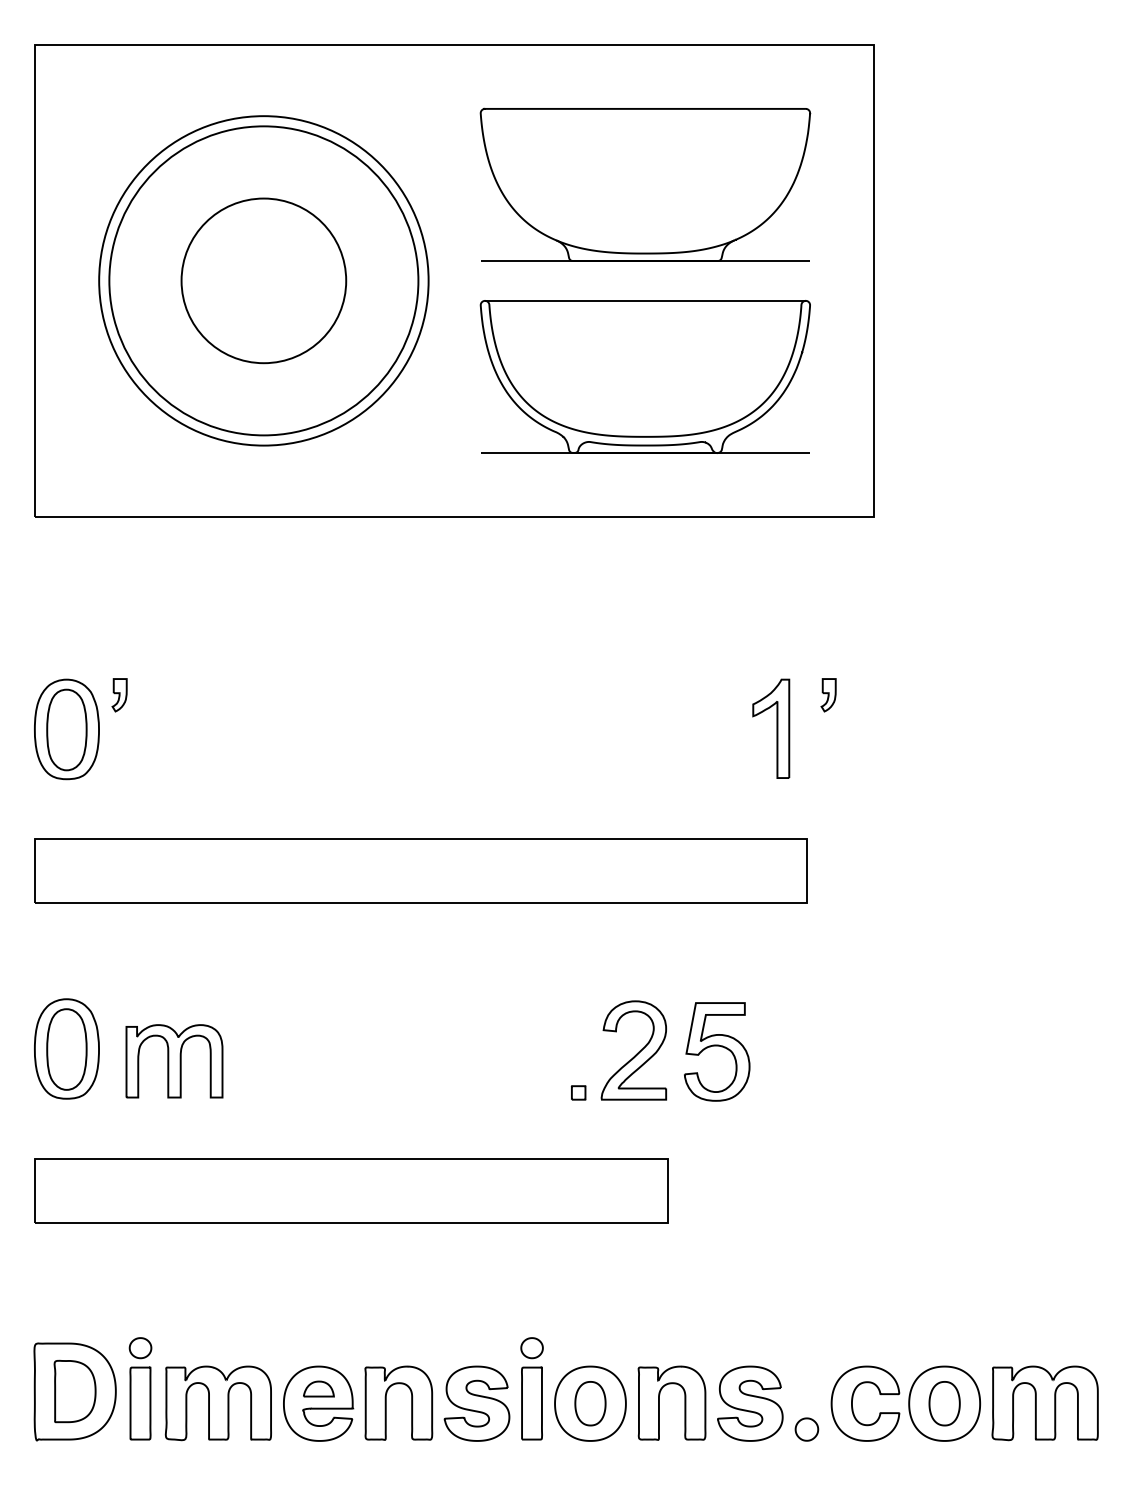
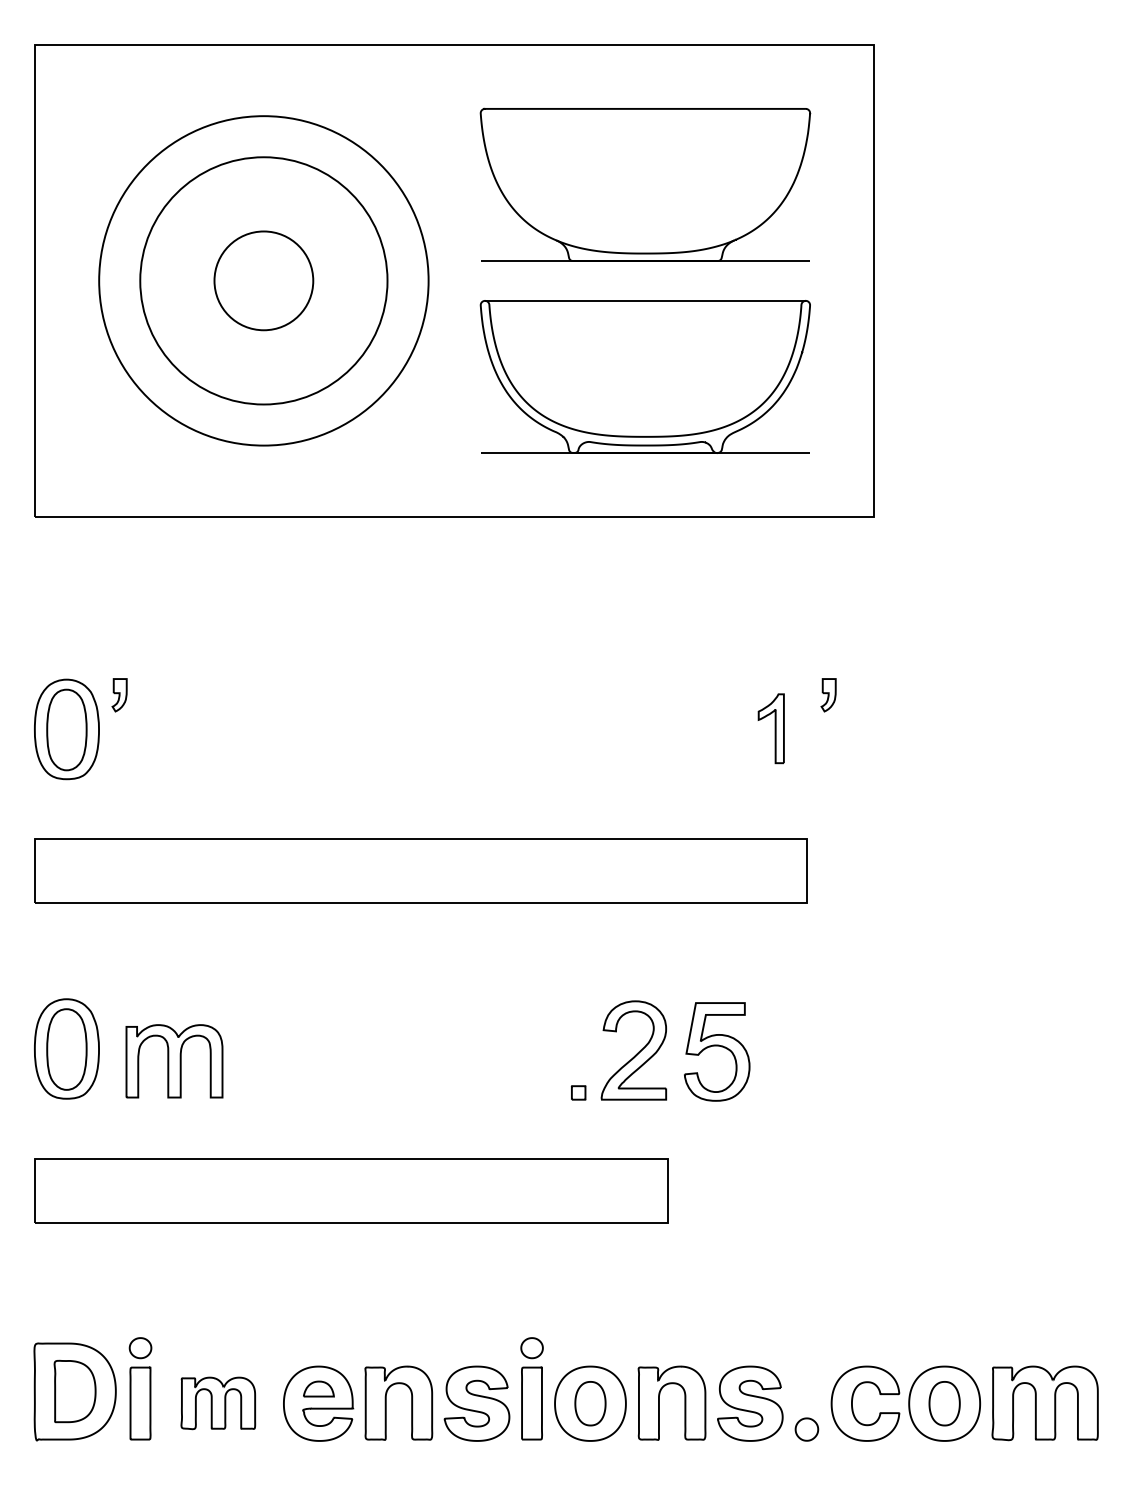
circle at (263, 280) diameter: 165 px -> 99 px
circle at (263, 280) diameter: 309 px -> 247 px
part at (771, 728) size: 39x101 px -> 28x72 px
part at (217, 1403) size: 108x77 px -> 77x55 px
